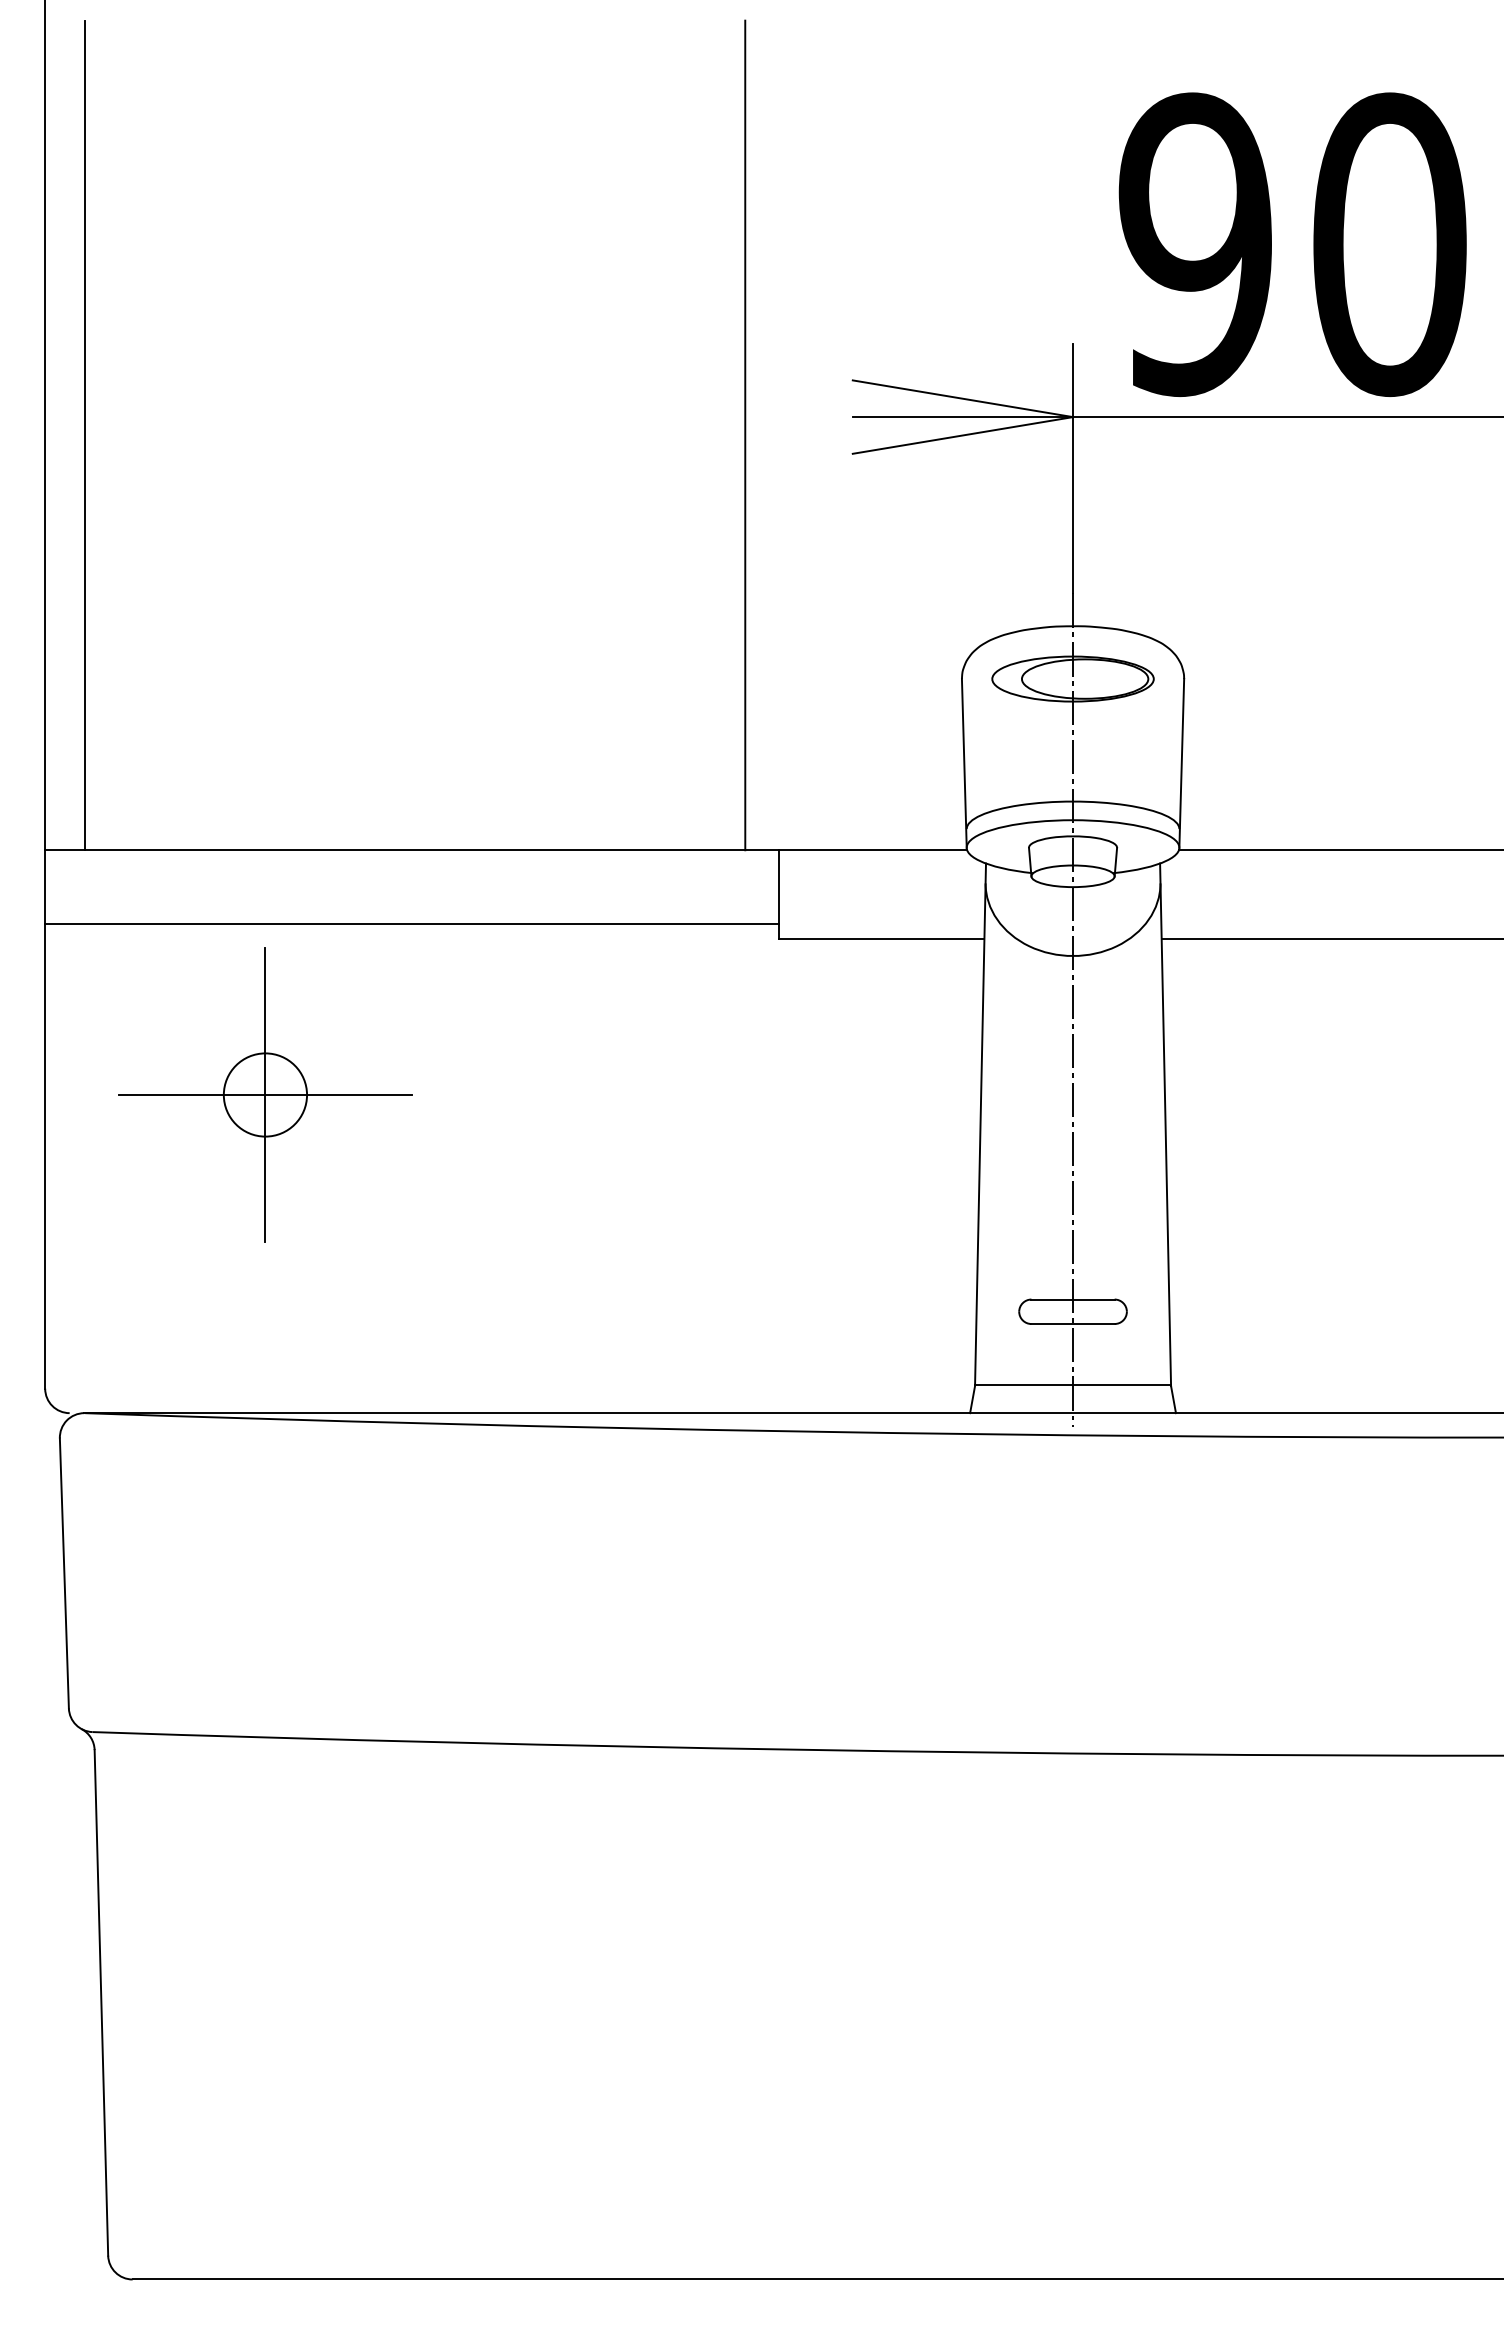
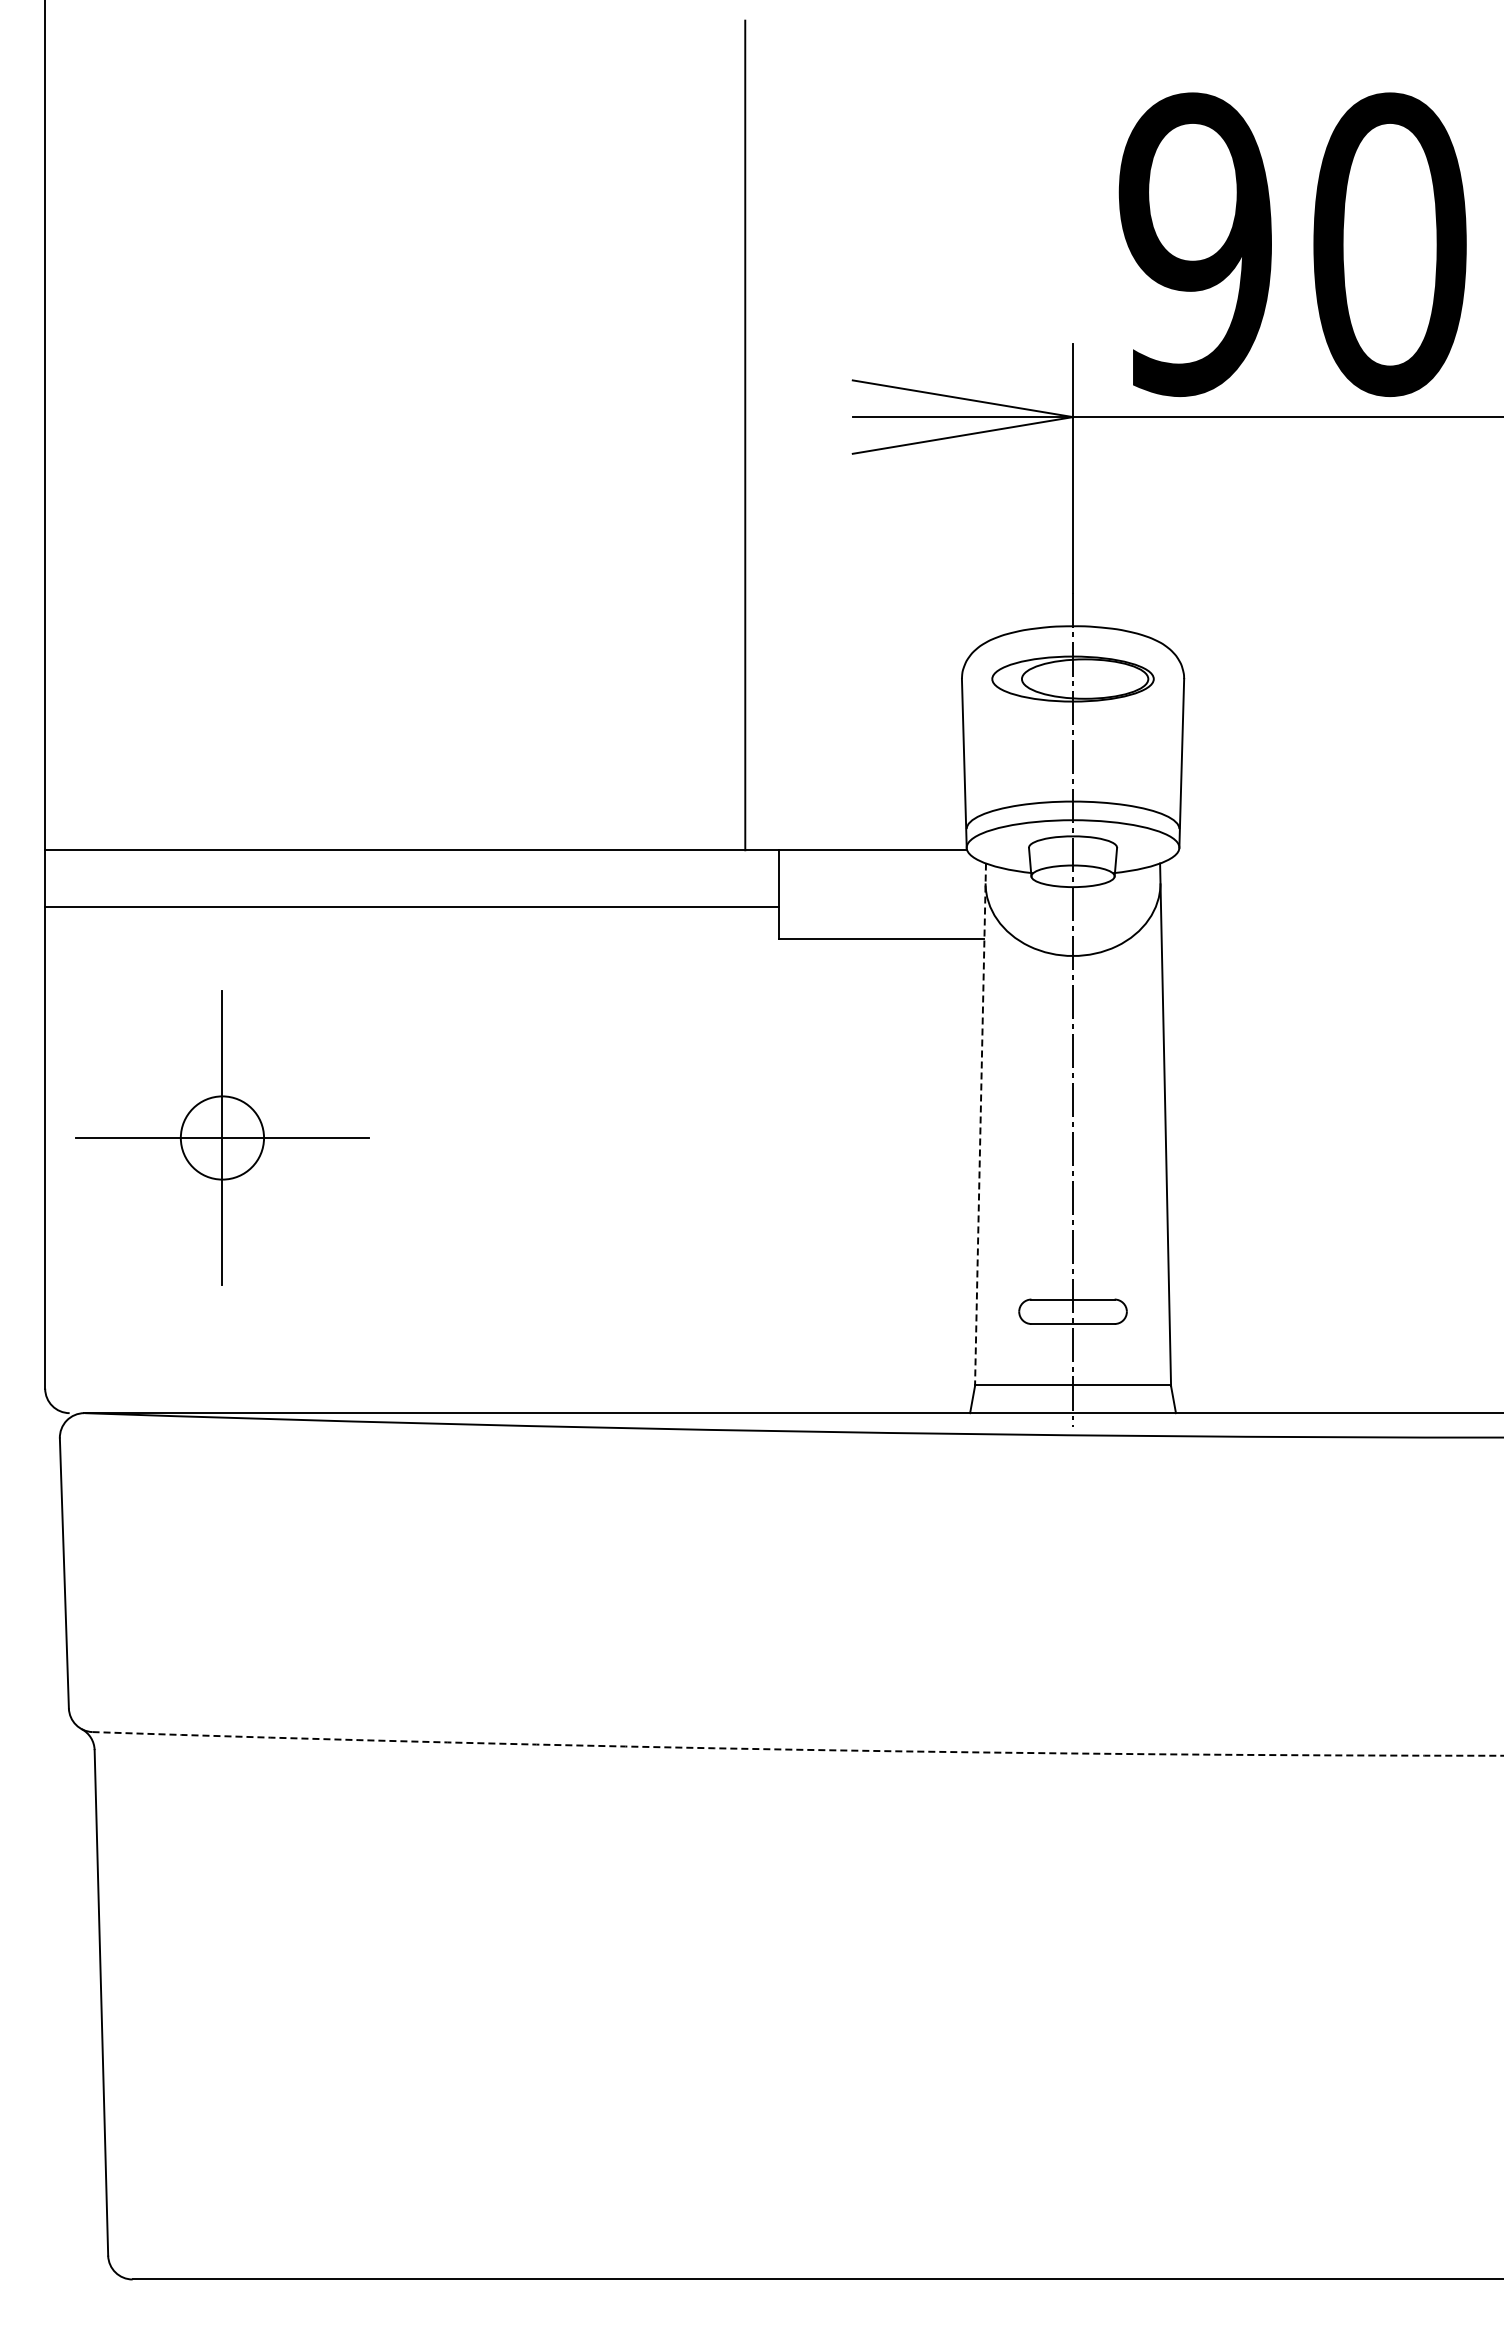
line at (85, 435): present -> none
line at (1339, 850): present -> none
line at (411, 923) position: (411, 923) -> (411, 906)
line at (1330, 938): present -> none
part at (265, 1094) position: (265, 1094) -> (222, 1137)
line at (980, 1124): solid -> dashed
arc at (798, 1749): solid -> dashed
